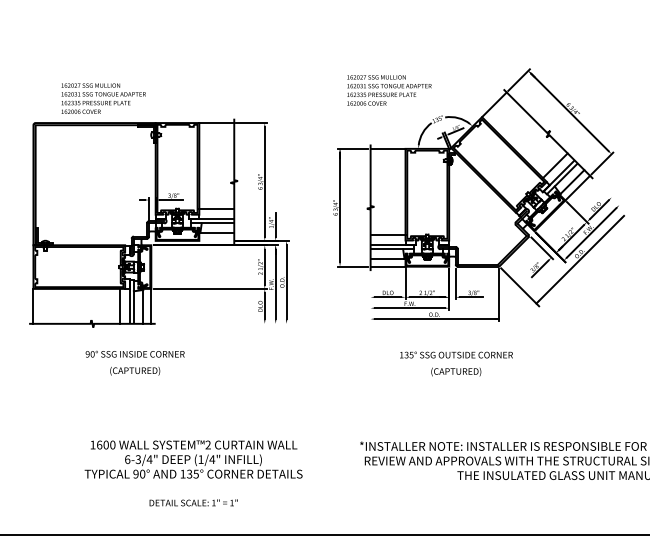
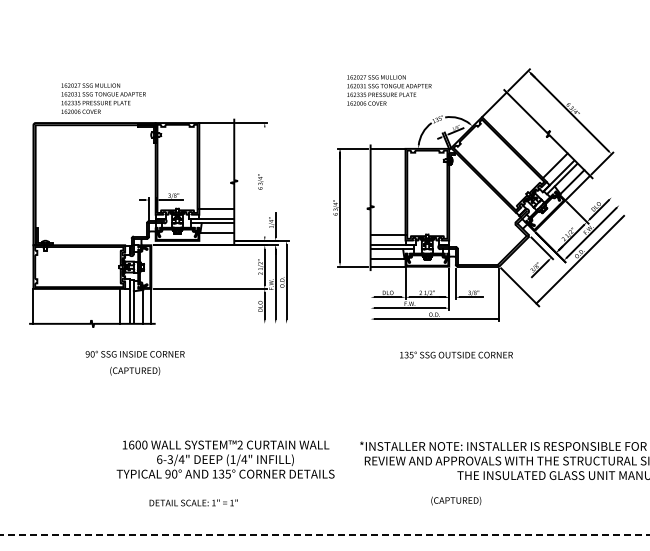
line at (264, 181): present -> none
text at (456, 371) position: (456, 371) -> (456, 500)
text at (193, 459) position: (193, 459) -> (225, 459)
line at (324, 534): solid -> dashed
